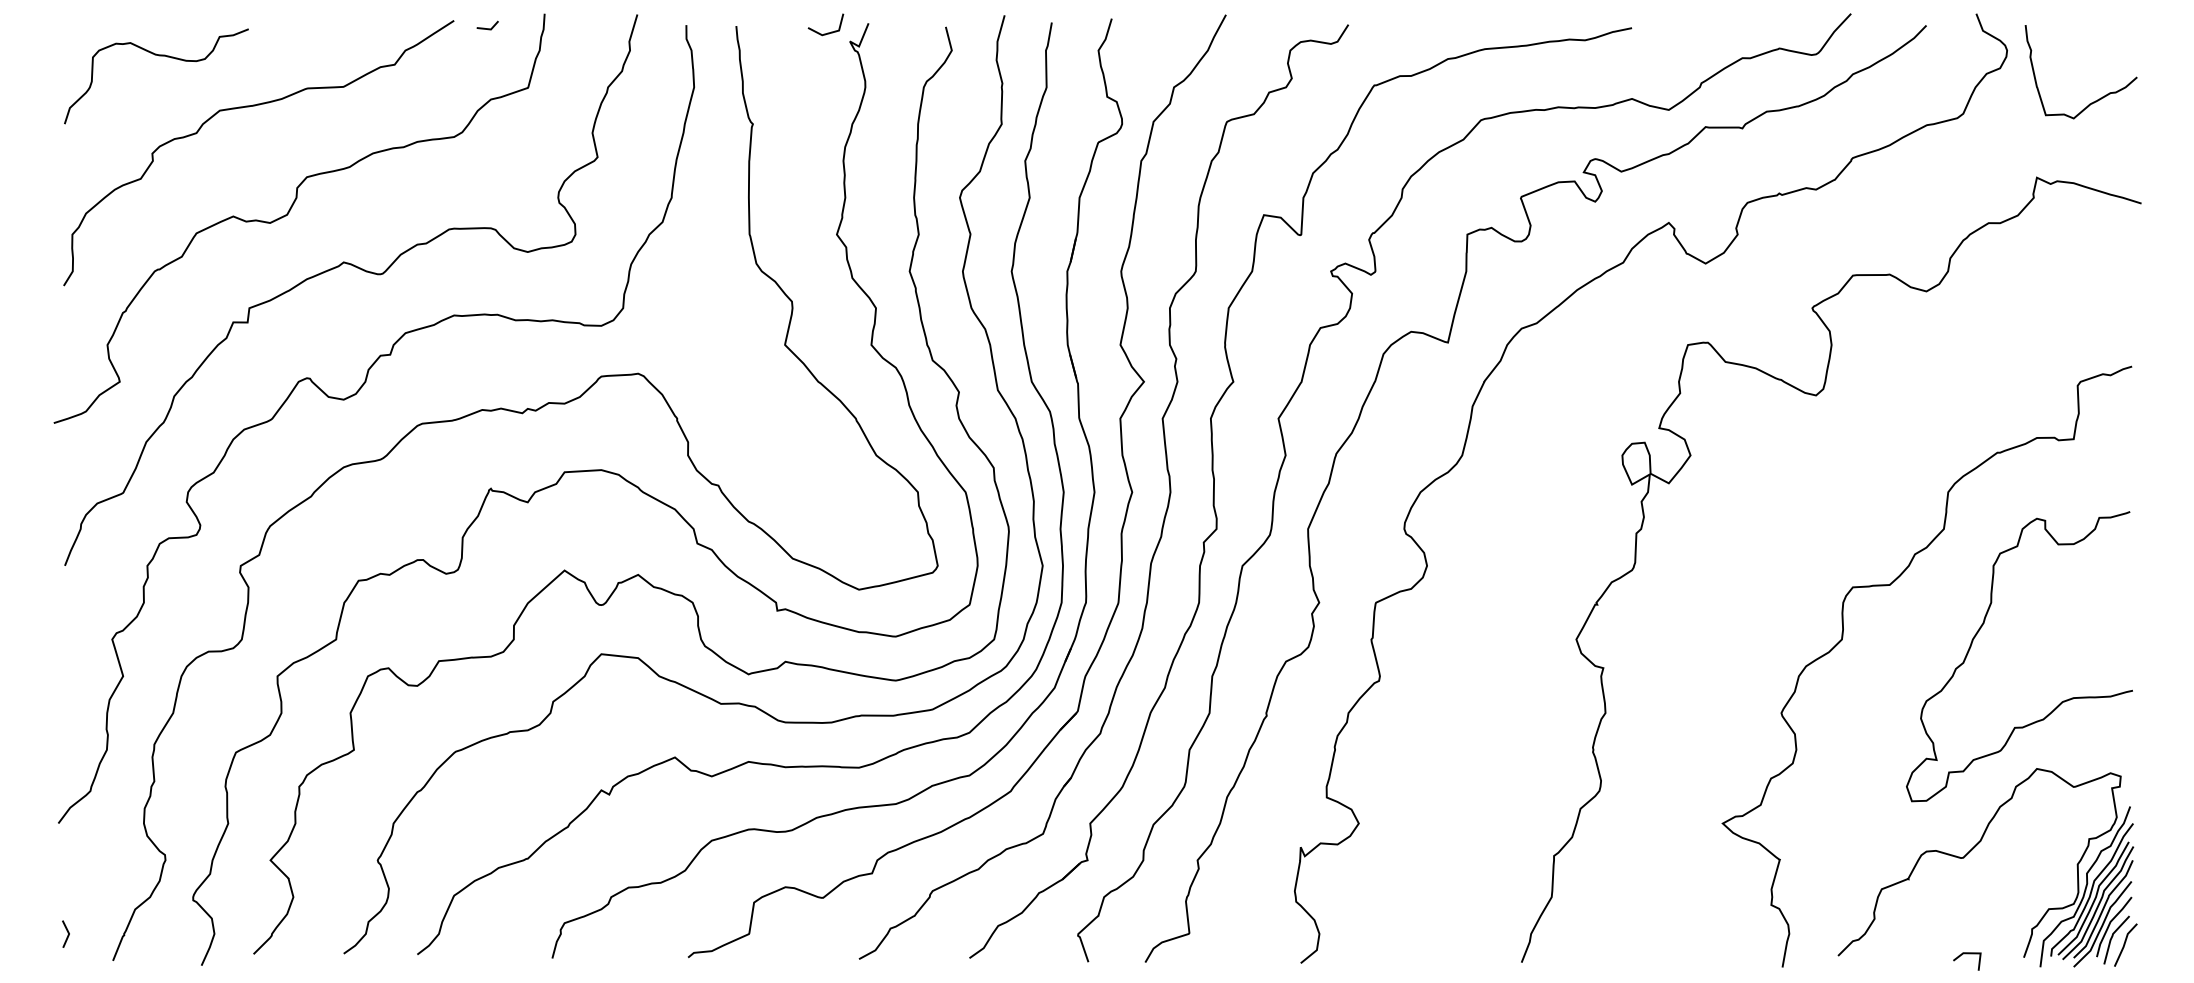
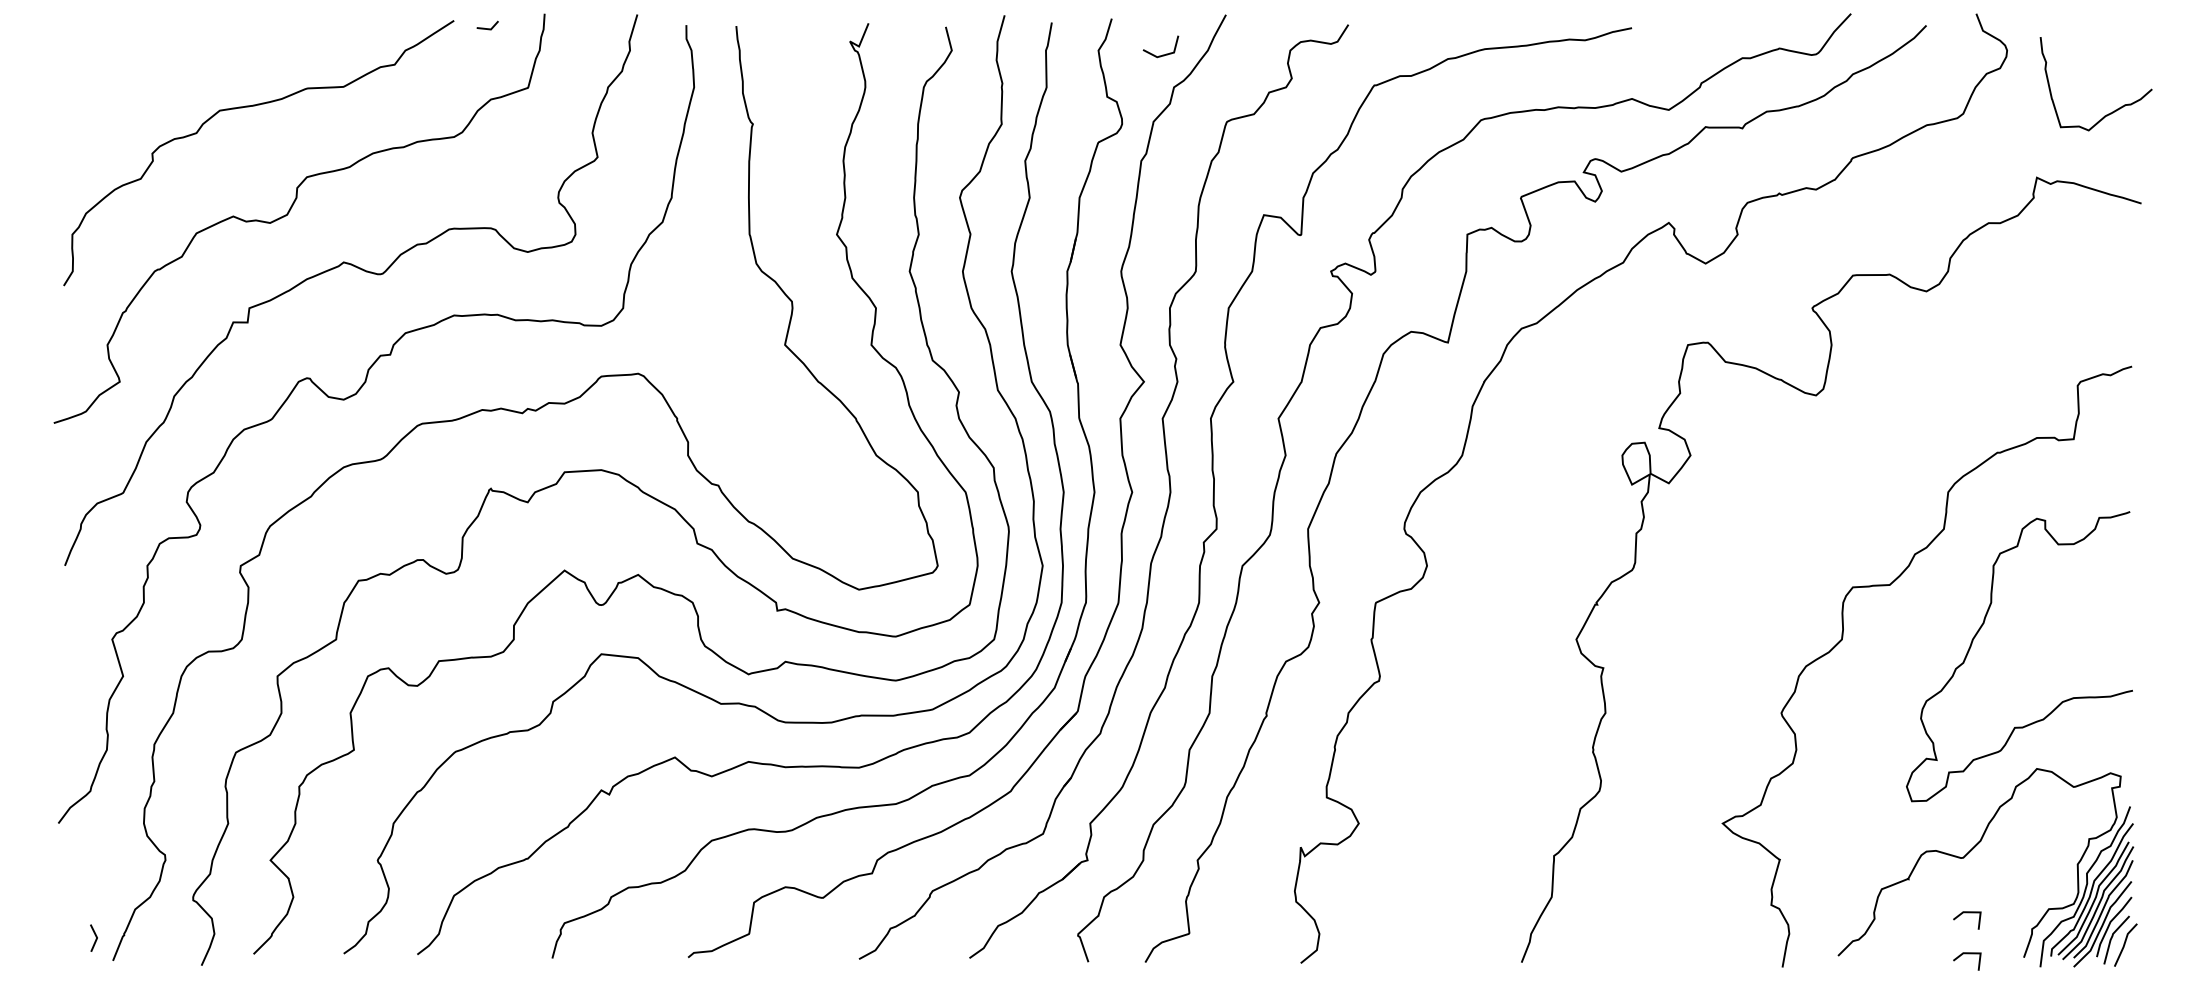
line at (827, 32) position: (827, 32) -> (1162, 54)
curve at (158, 56): present -> none
curve at (2095, 100) position: (2095, 100) -> (2110, 112)
line at (1967, 913): none -> present
line at (67, 932) position: (67, 932) -> (95, 936)
